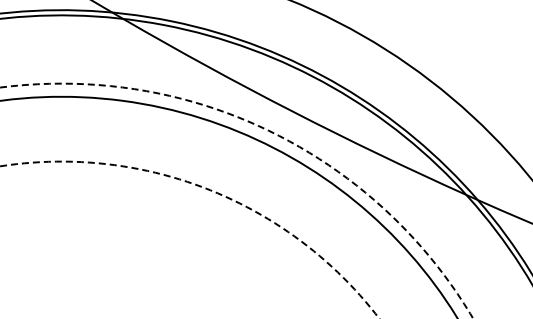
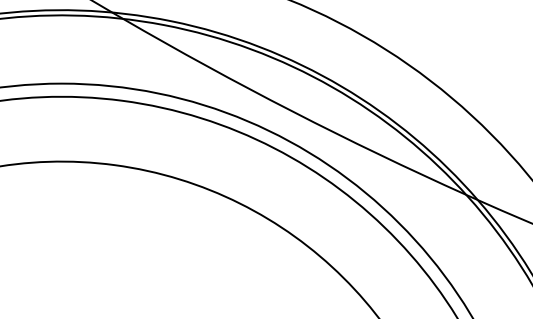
arc at (210, 190): dashed -> solid
circle at (236, 200): dashed -> solid
